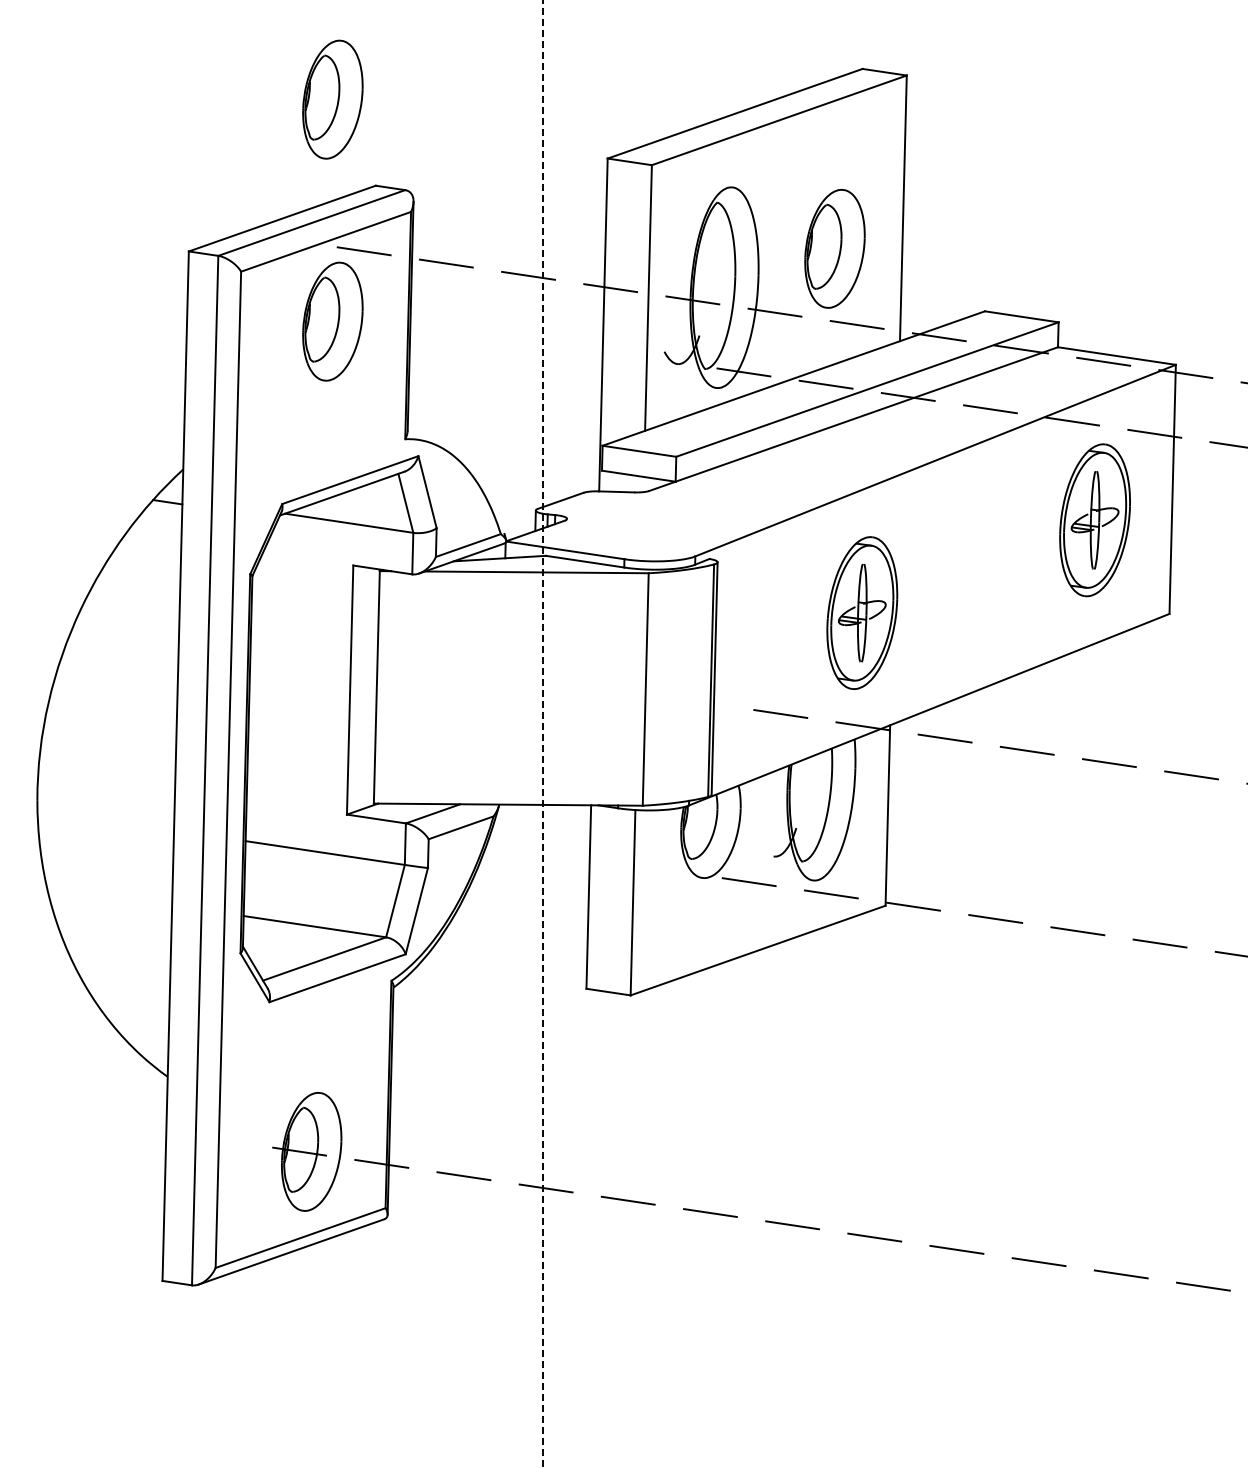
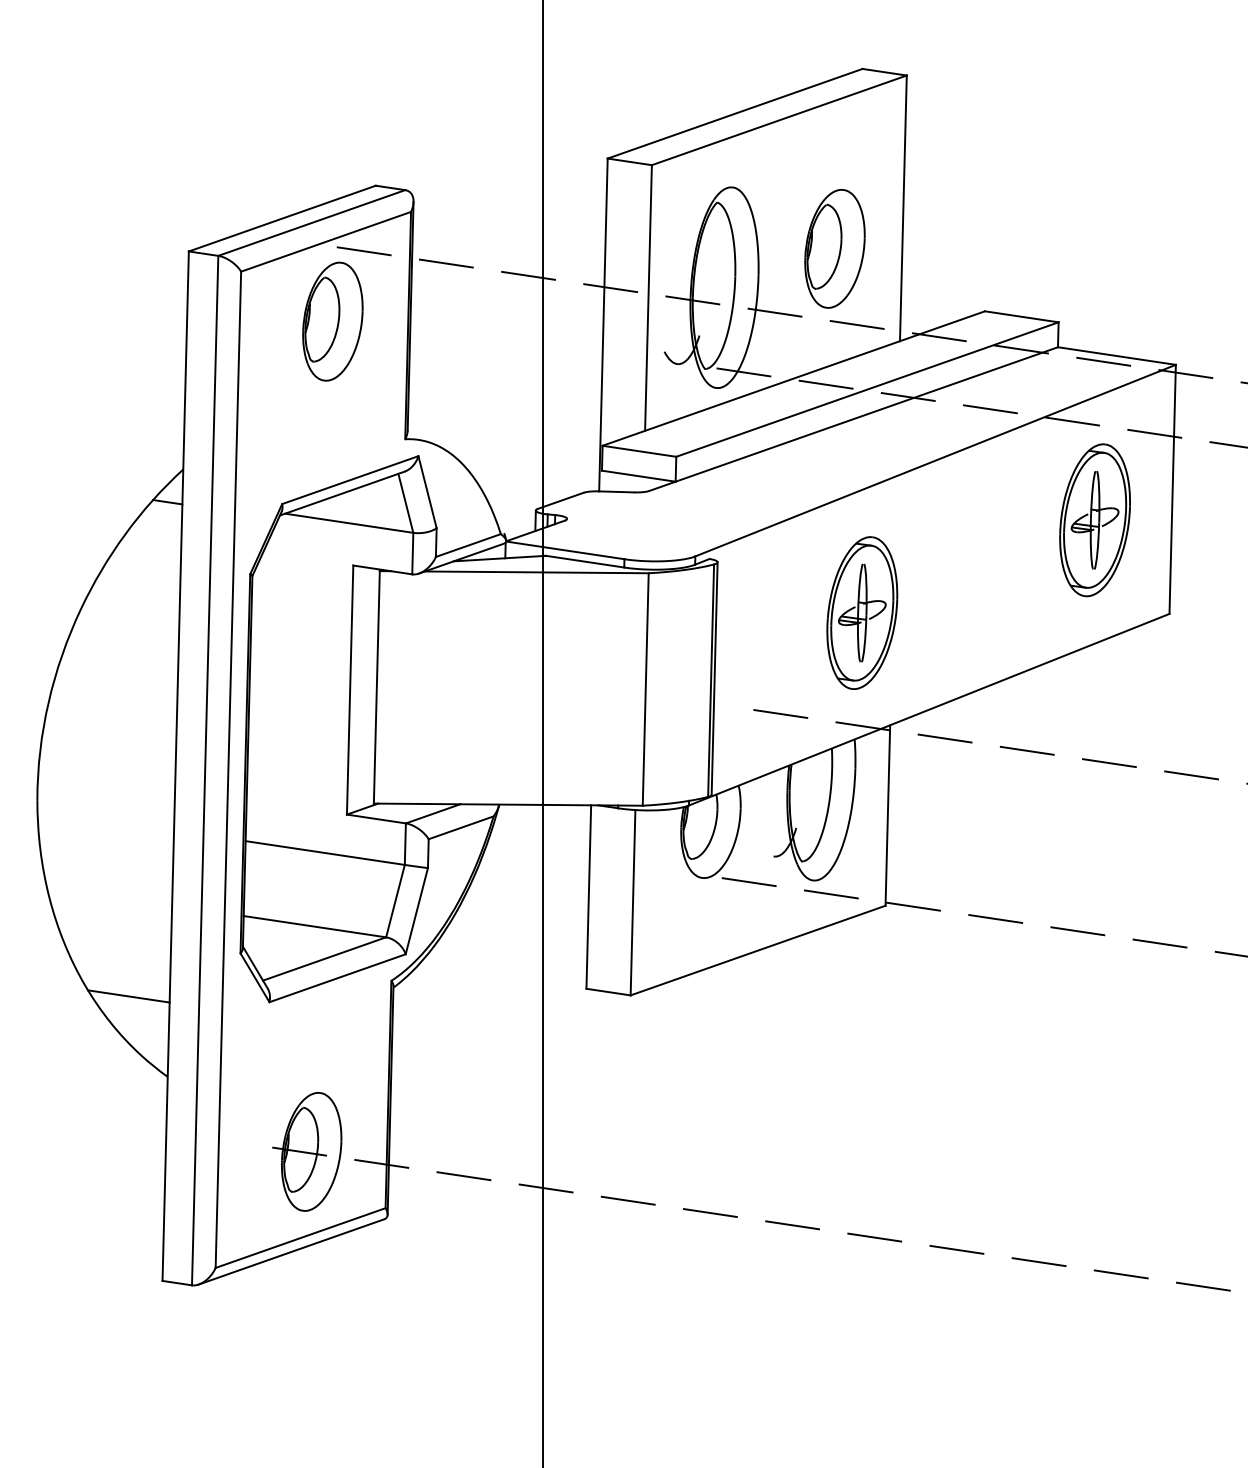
part at (332, 99): present -> none
line at (542, 734): dashed -> solid
line at (128, 996): none -> present
